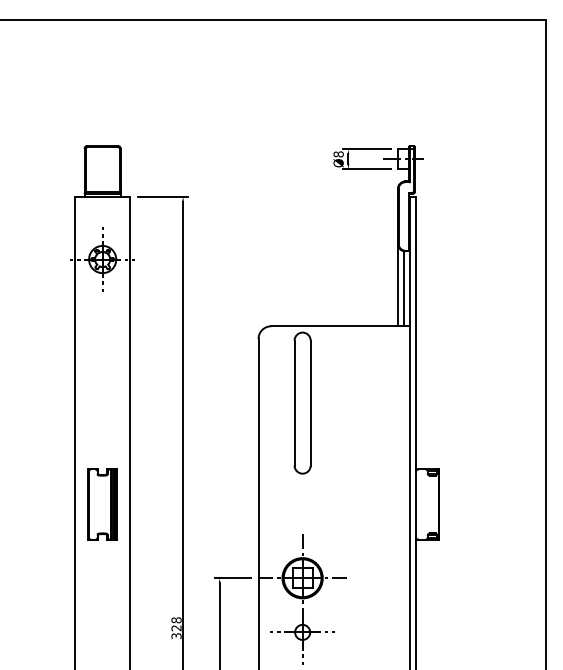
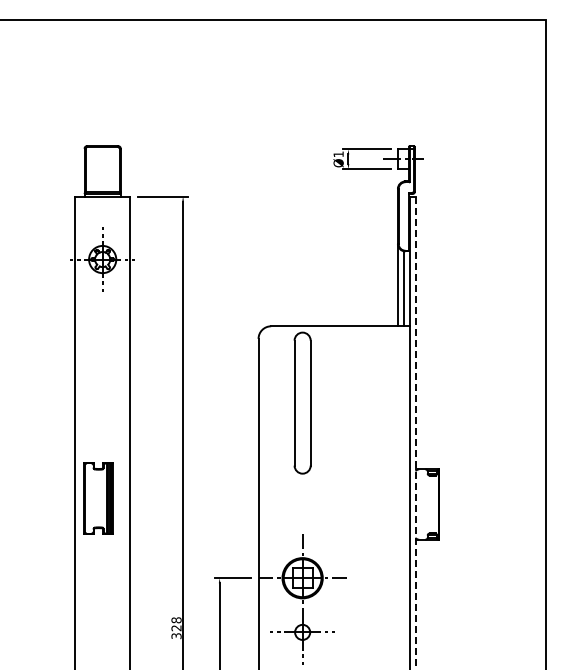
text at (338, 154): Ø8 -> Ø1
line at (416, 433): solid -> dashed
part at (102, 504) position: (102, 504) -> (98, 498)
